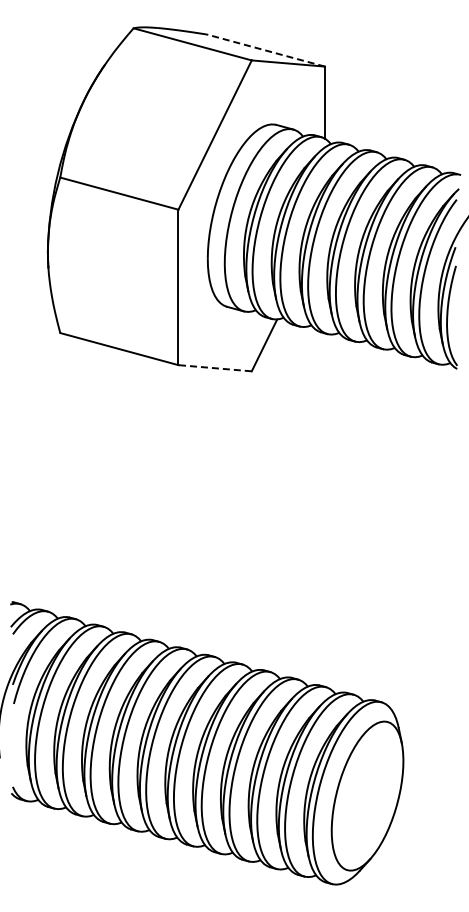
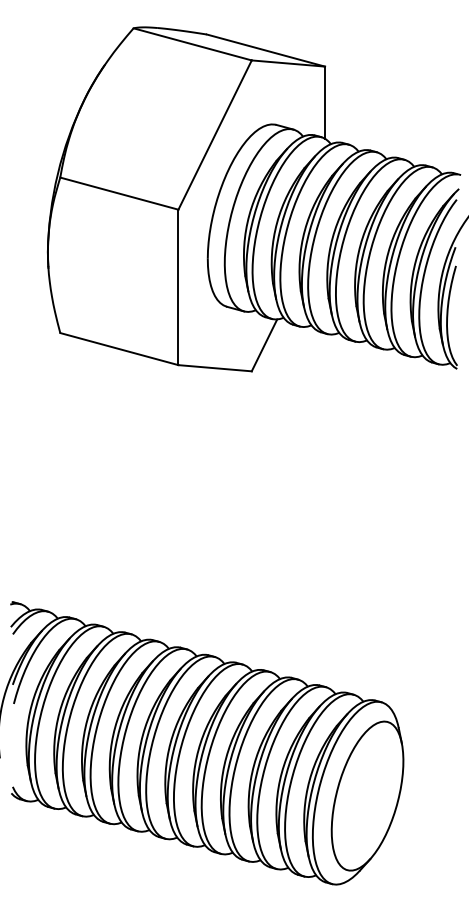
line at (265, 50): dashed -> solid
line at (215, 368): dashed -> solid
